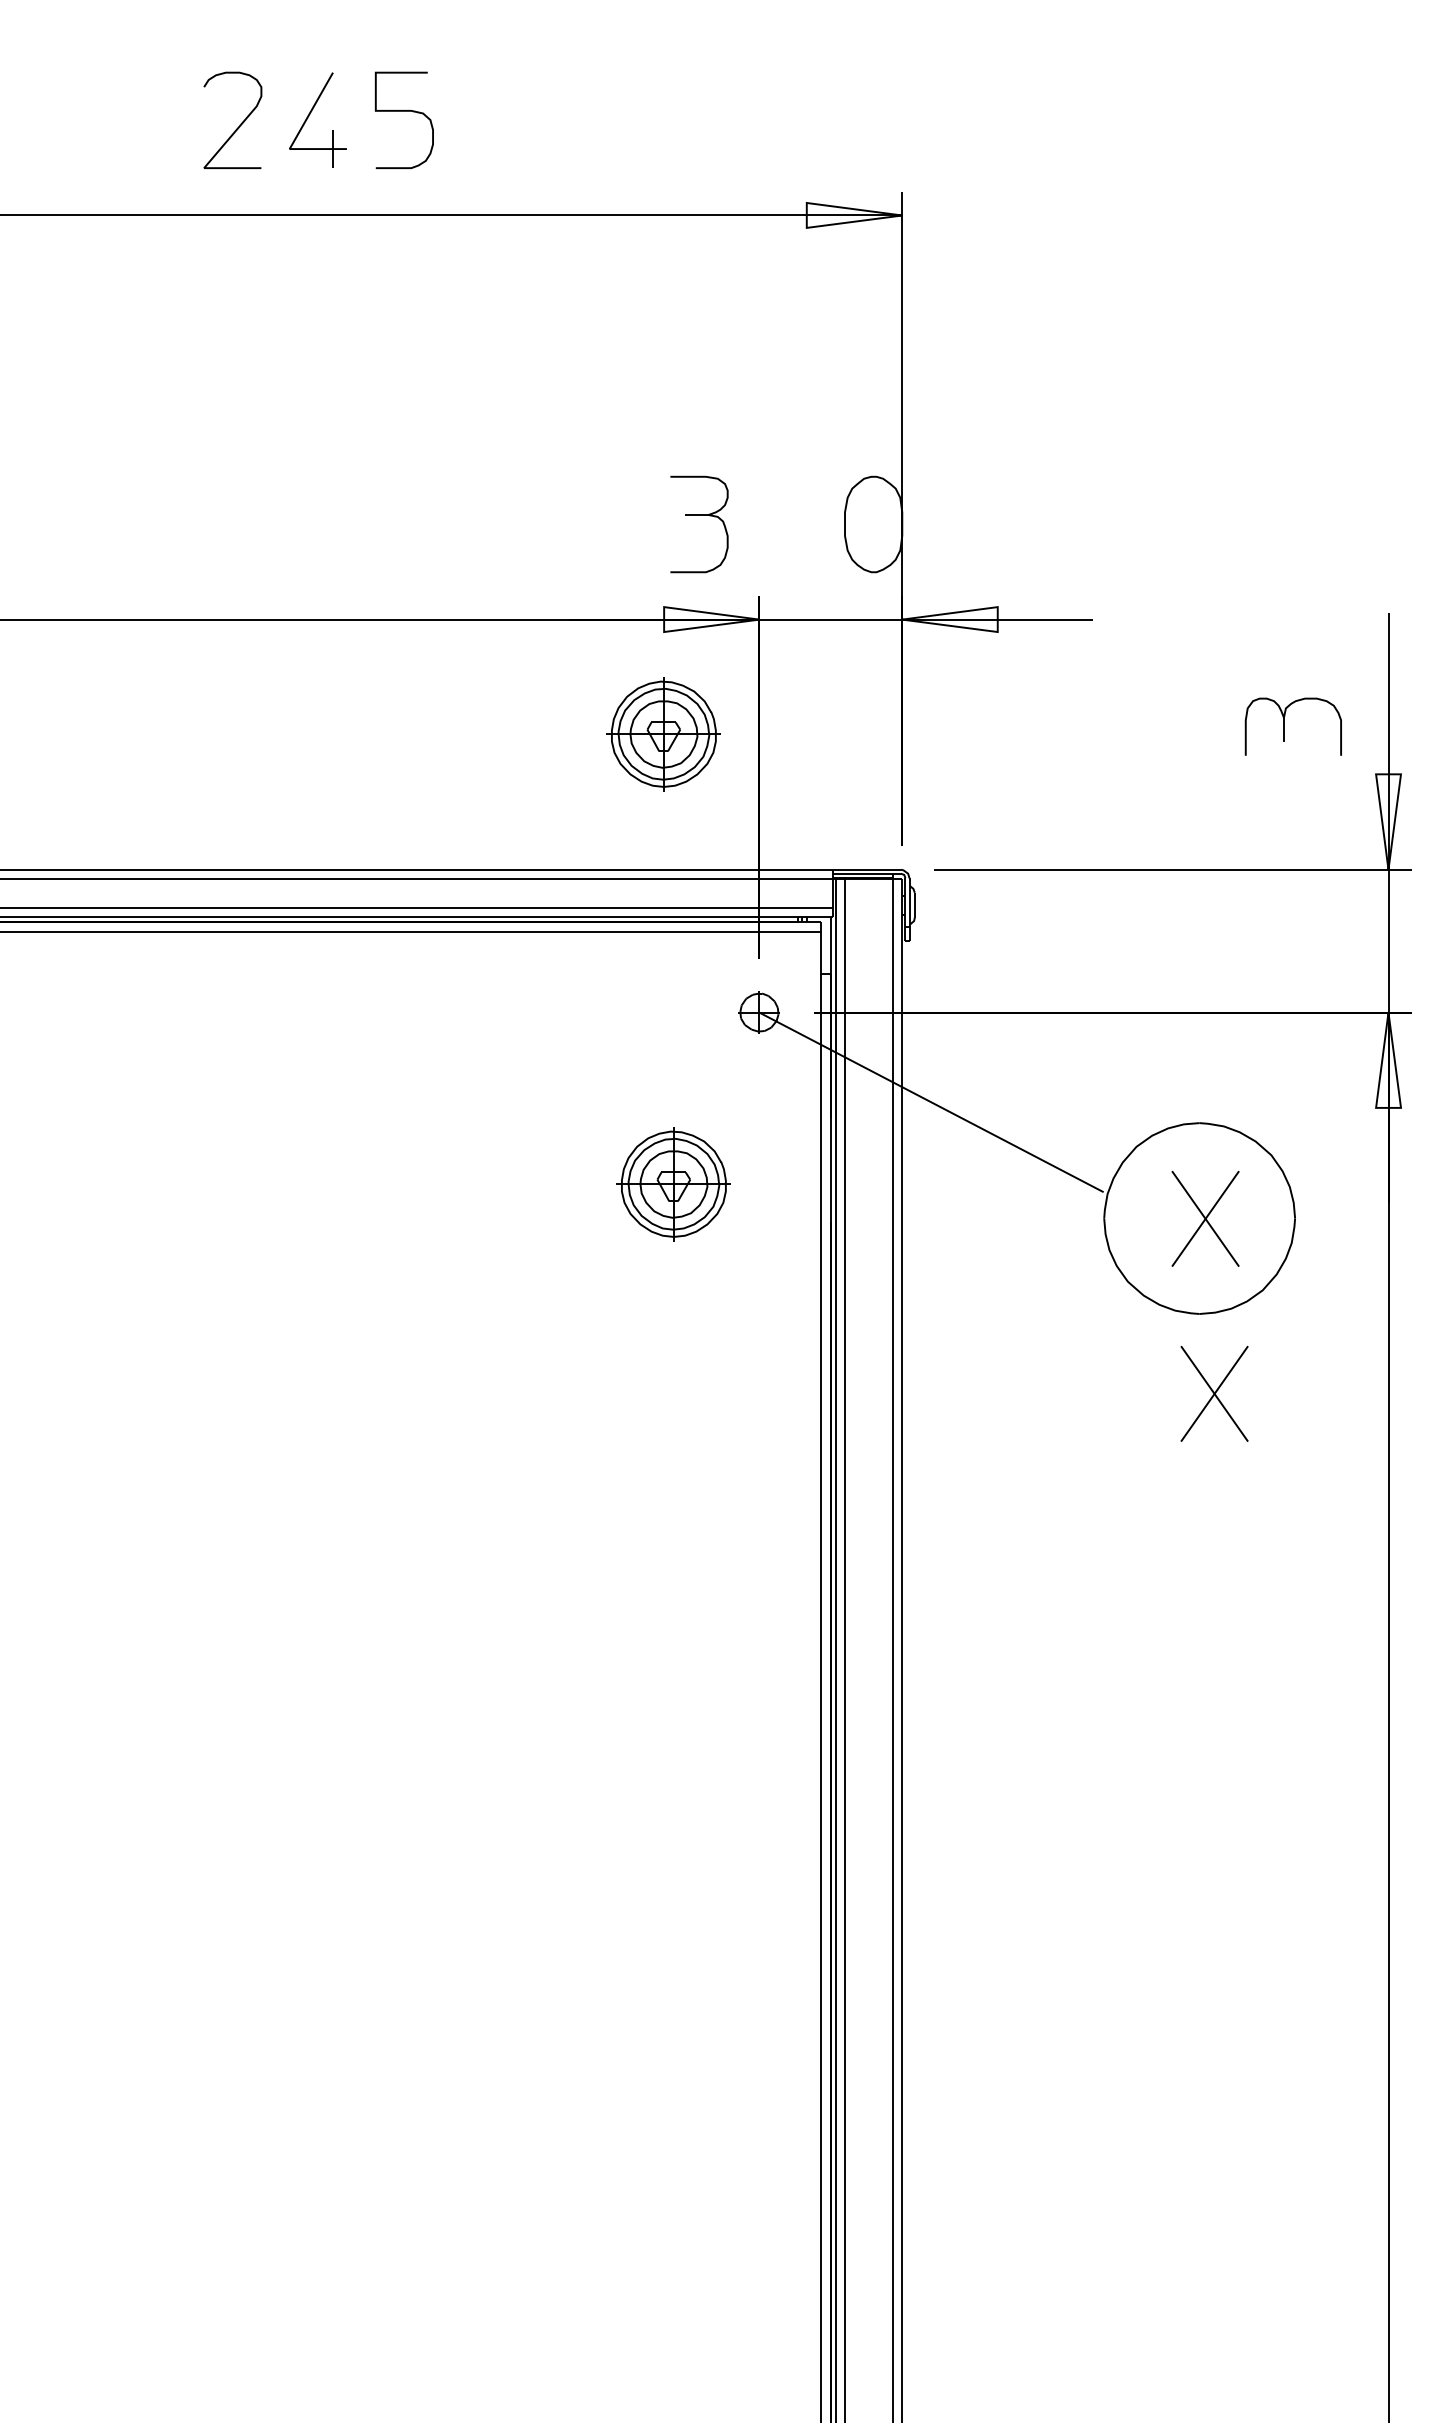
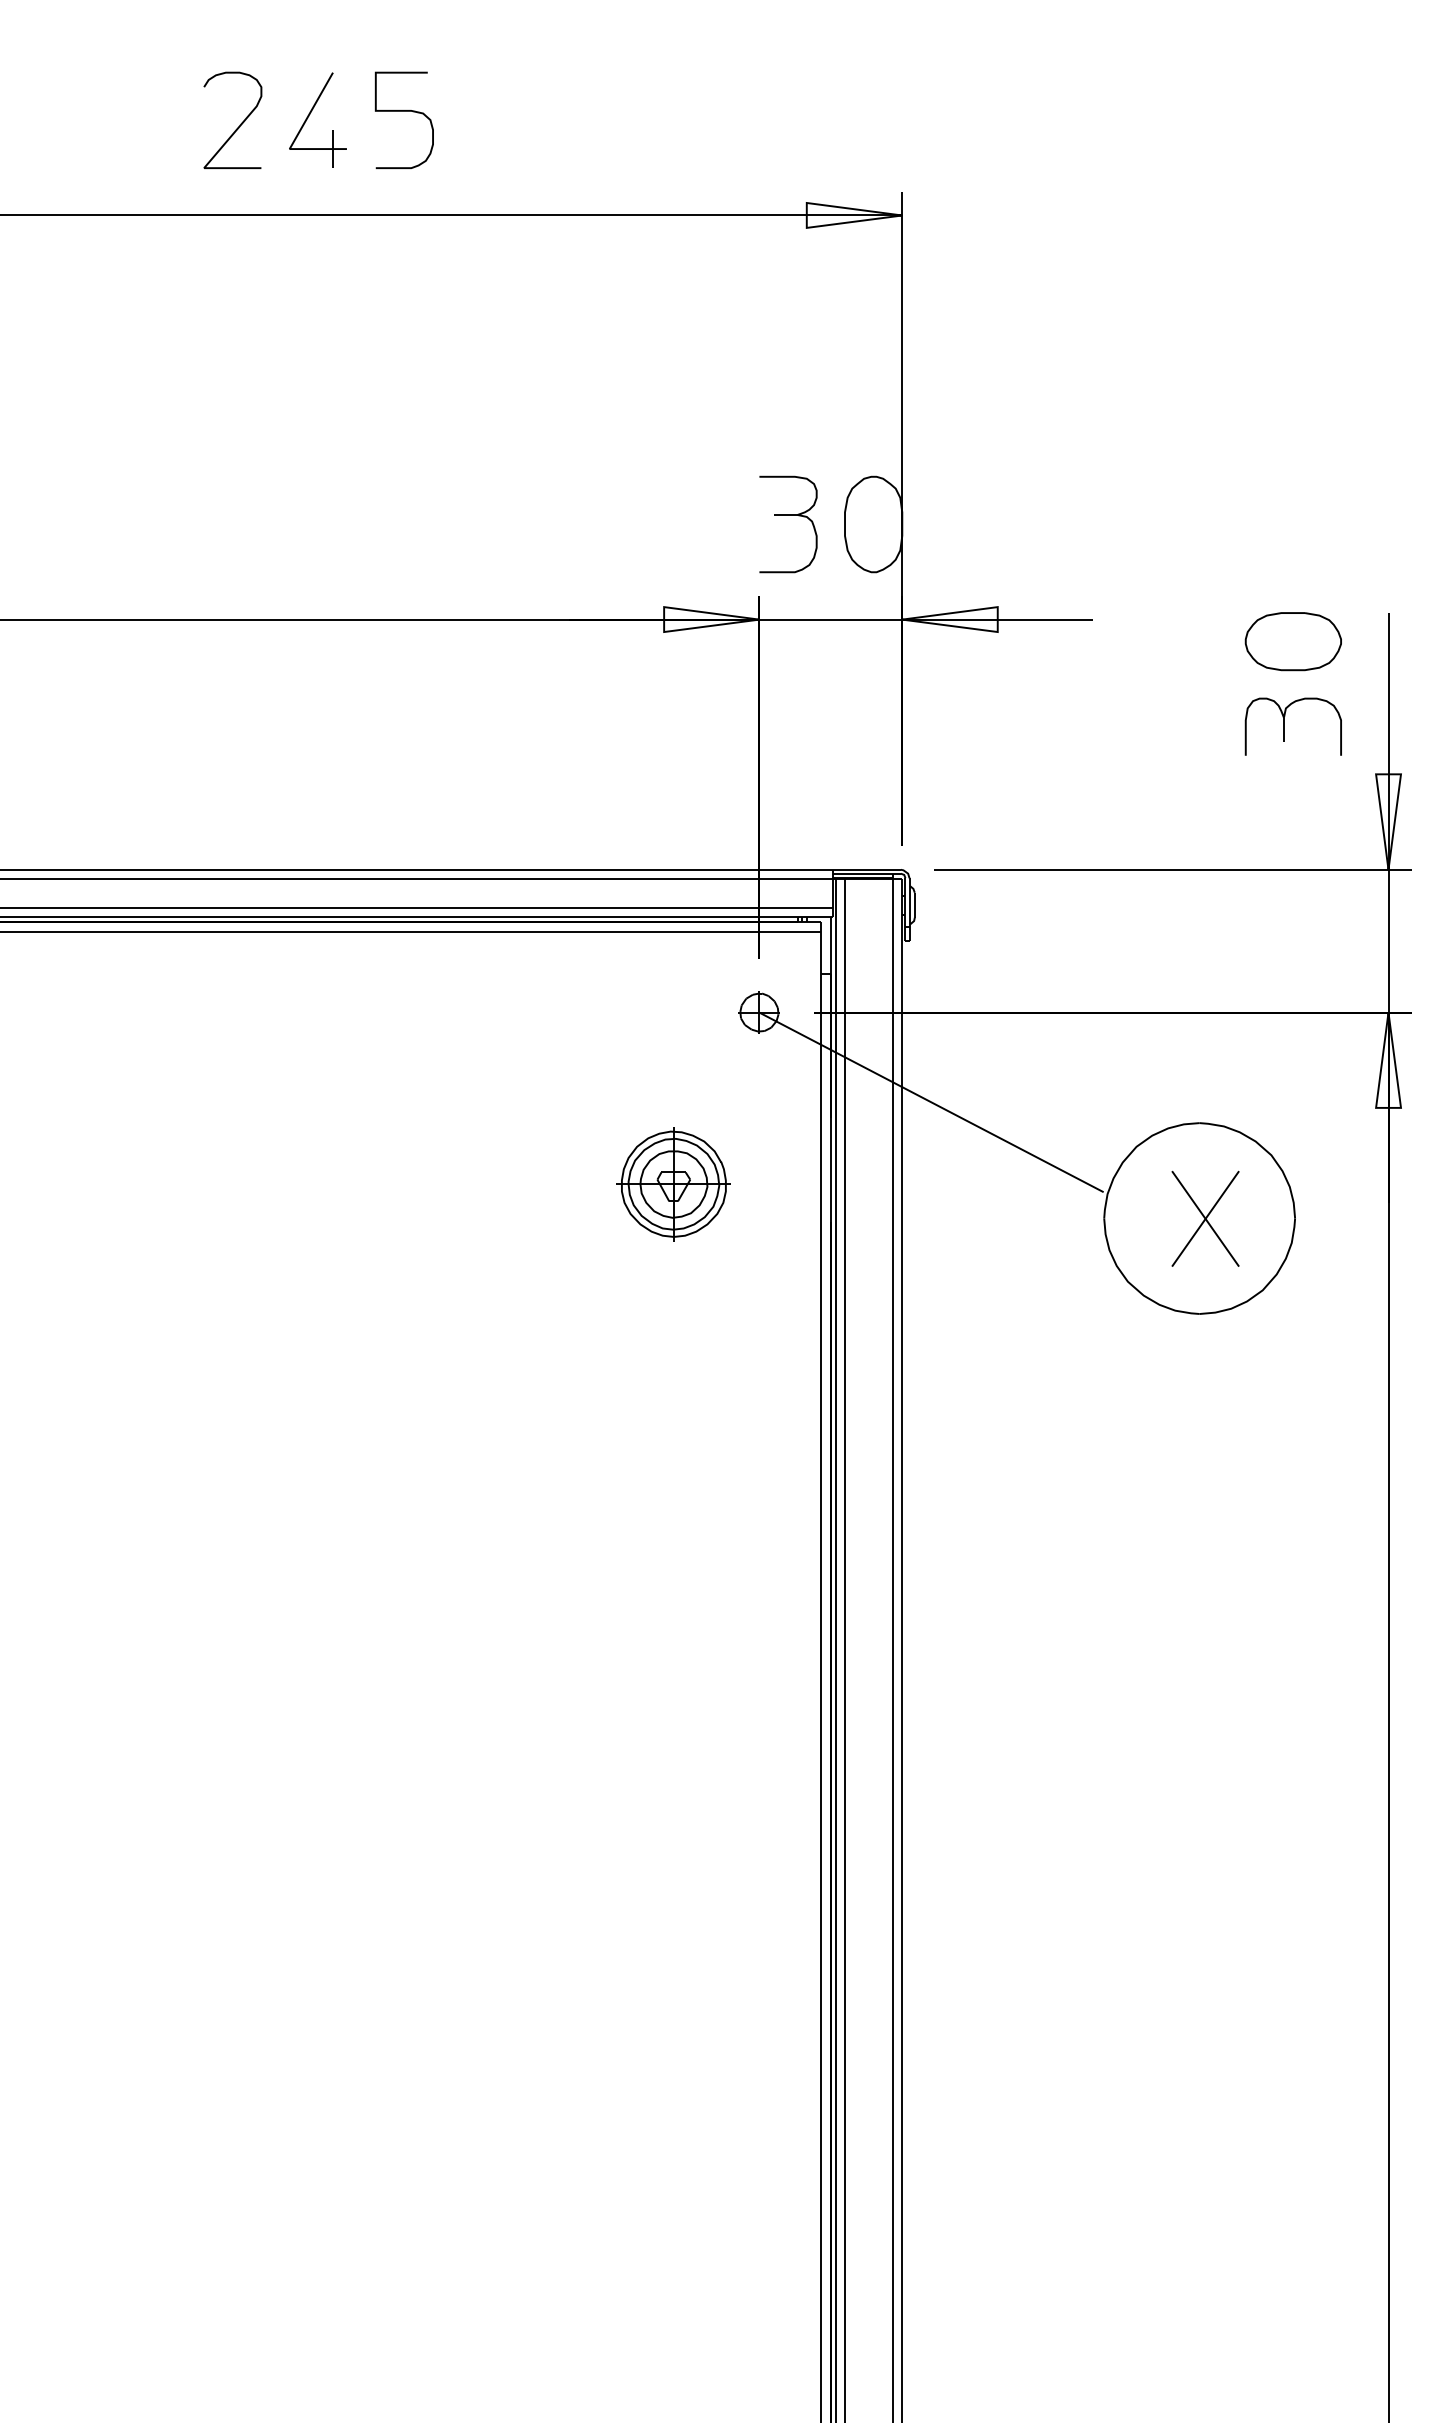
part at (699, 515) position: (699, 515) -> (788, 515)
part at (1292, 641): none -> present
part at (663, 734): present -> none
part at (1214, 1393): present -> none
